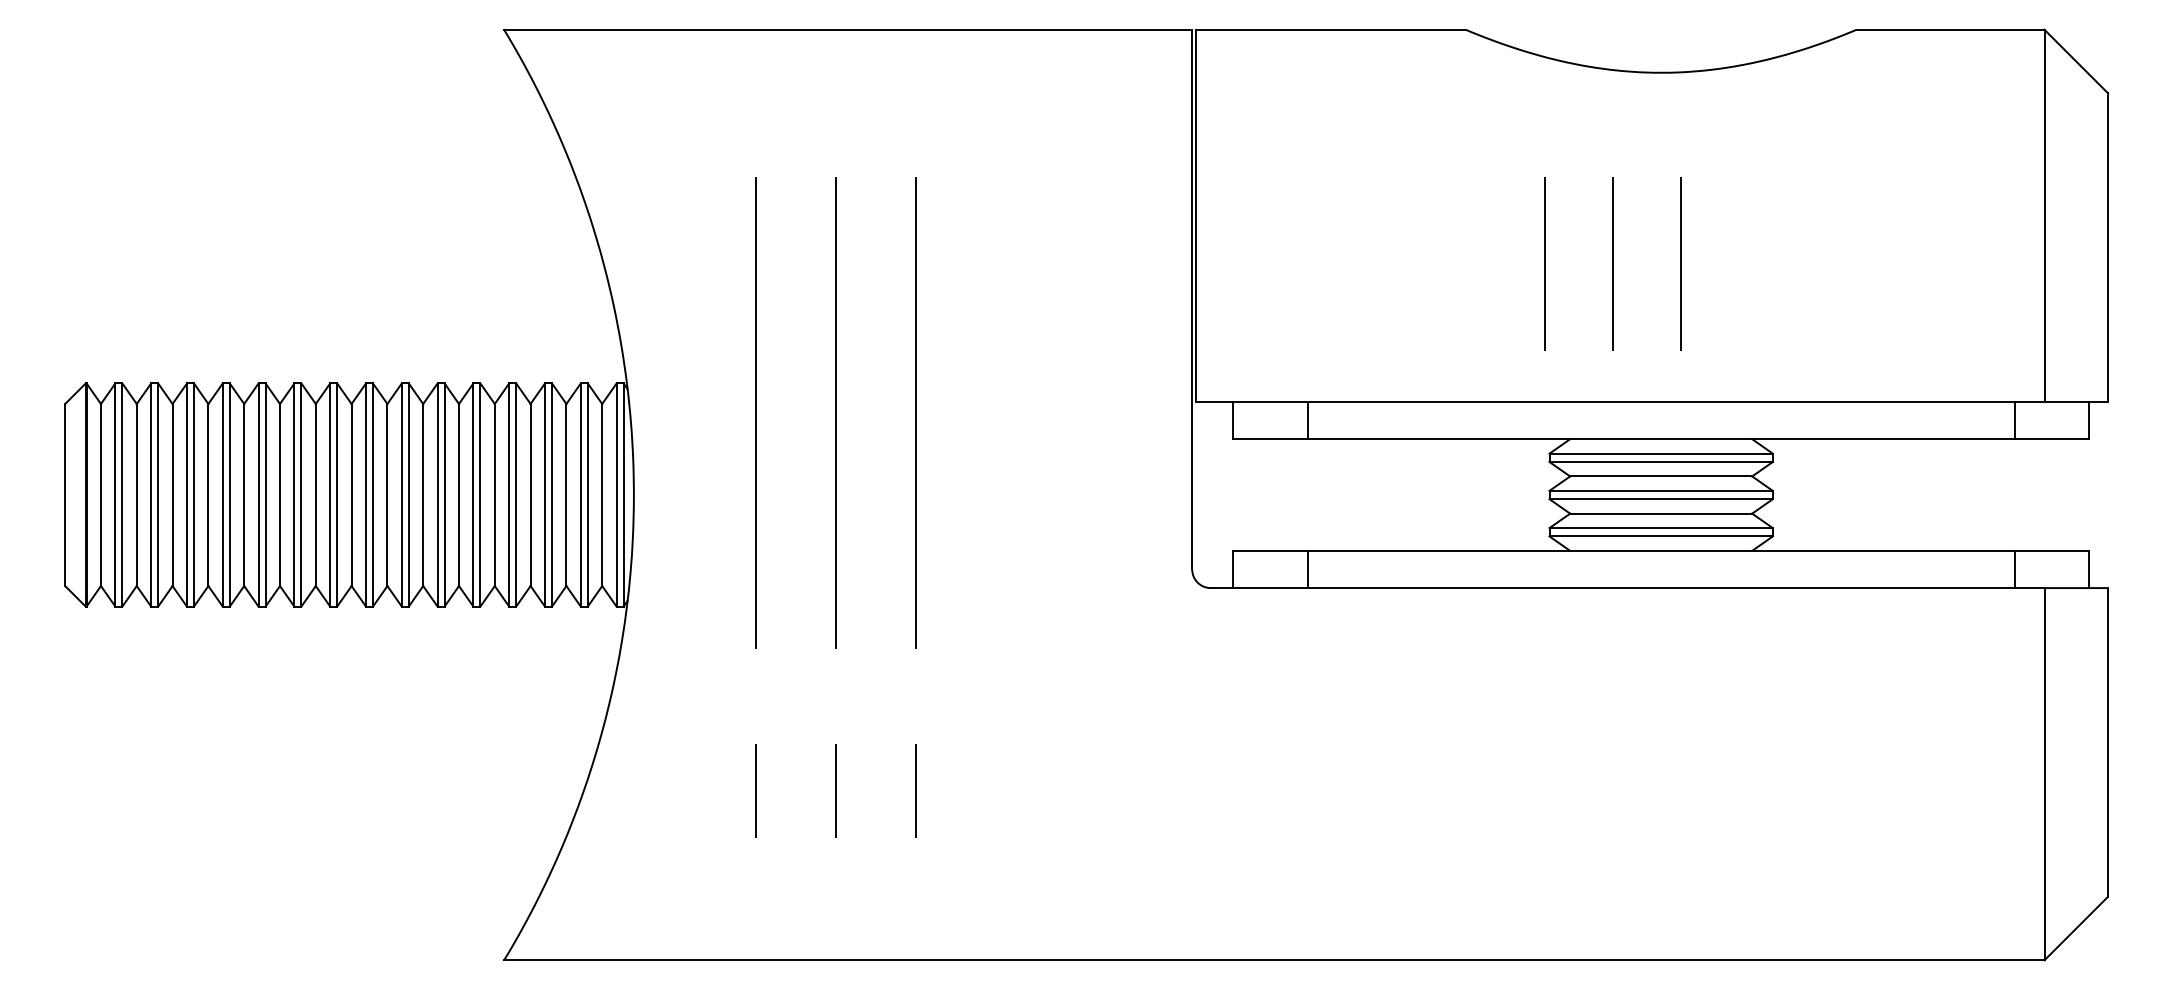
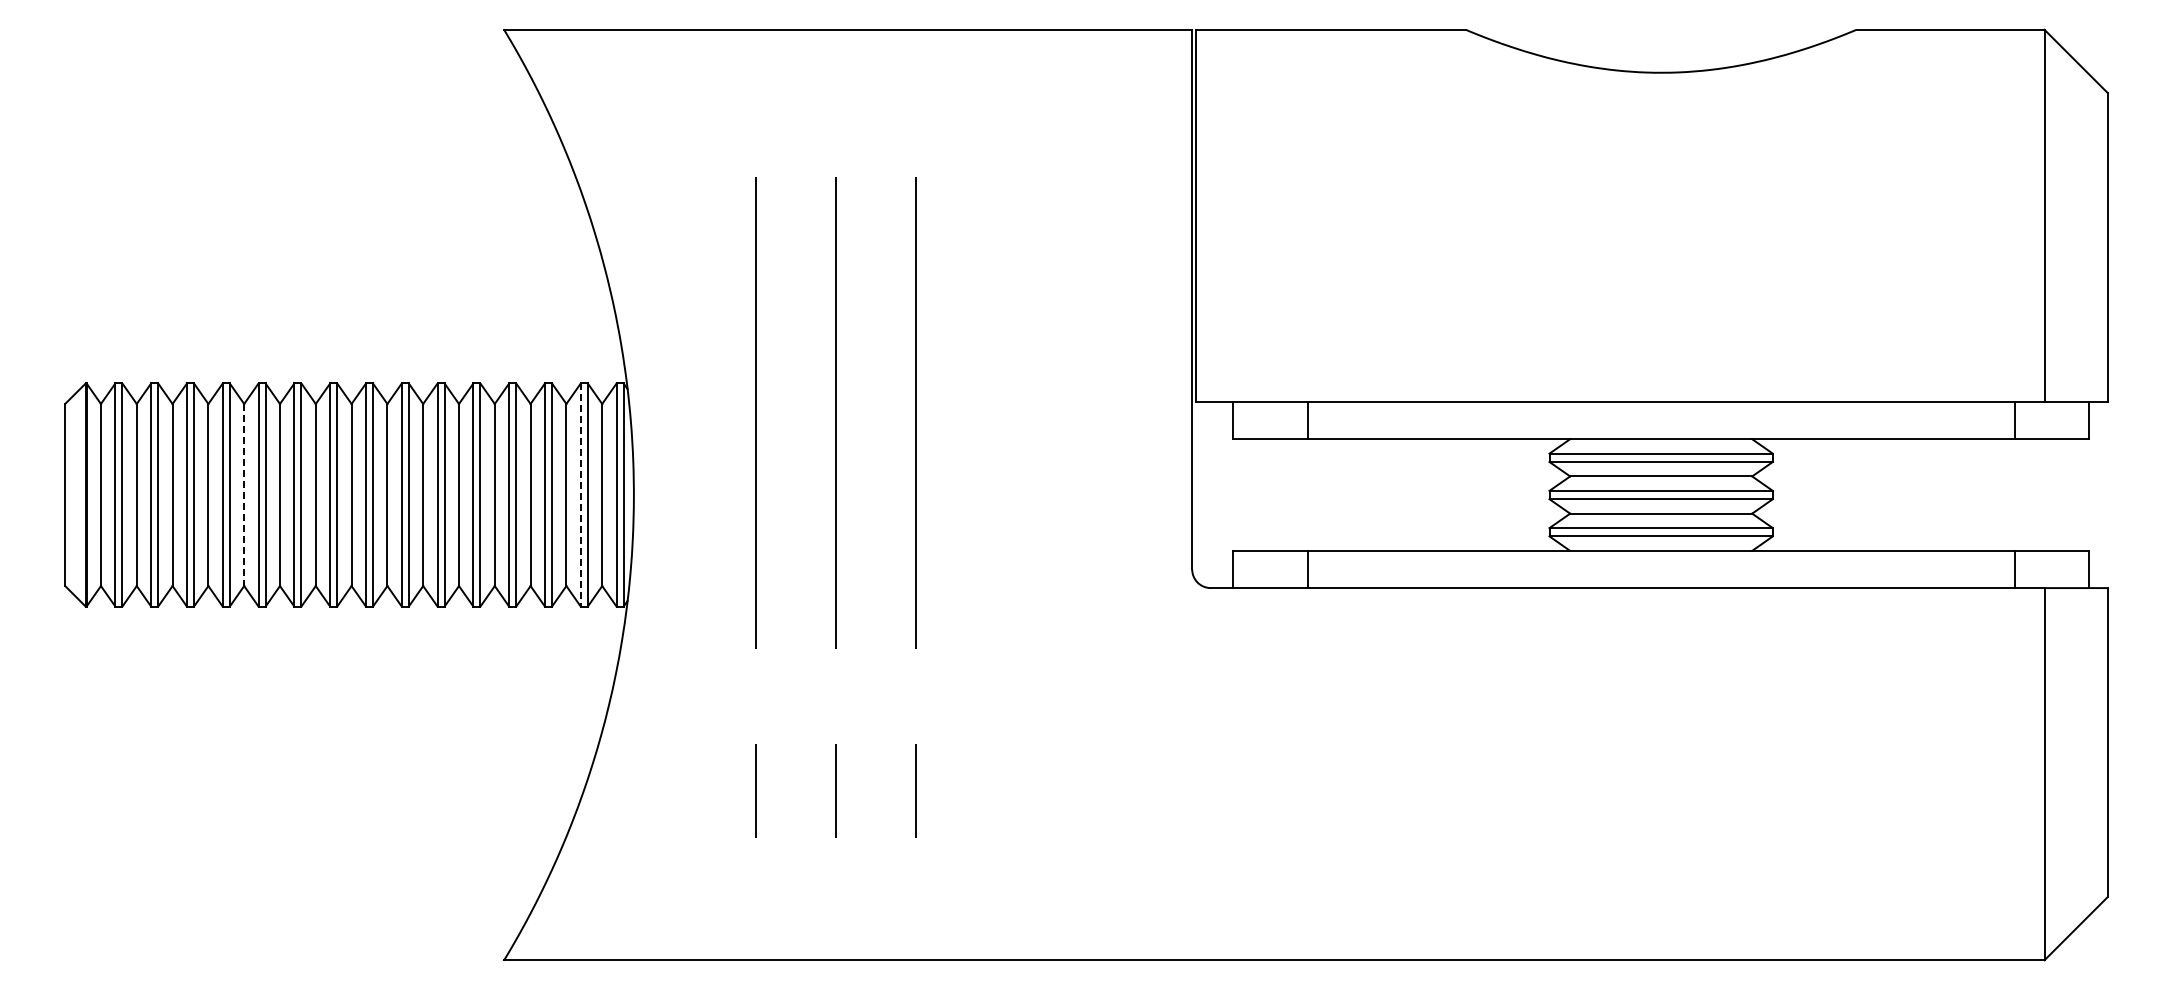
line at (1544, 263): present -> none
line at (1612, 263): present -> none
line at (1681, 263): present -> none
line at (244, 495): solid -> dashed
line at (580, 495): solid -> dashed
